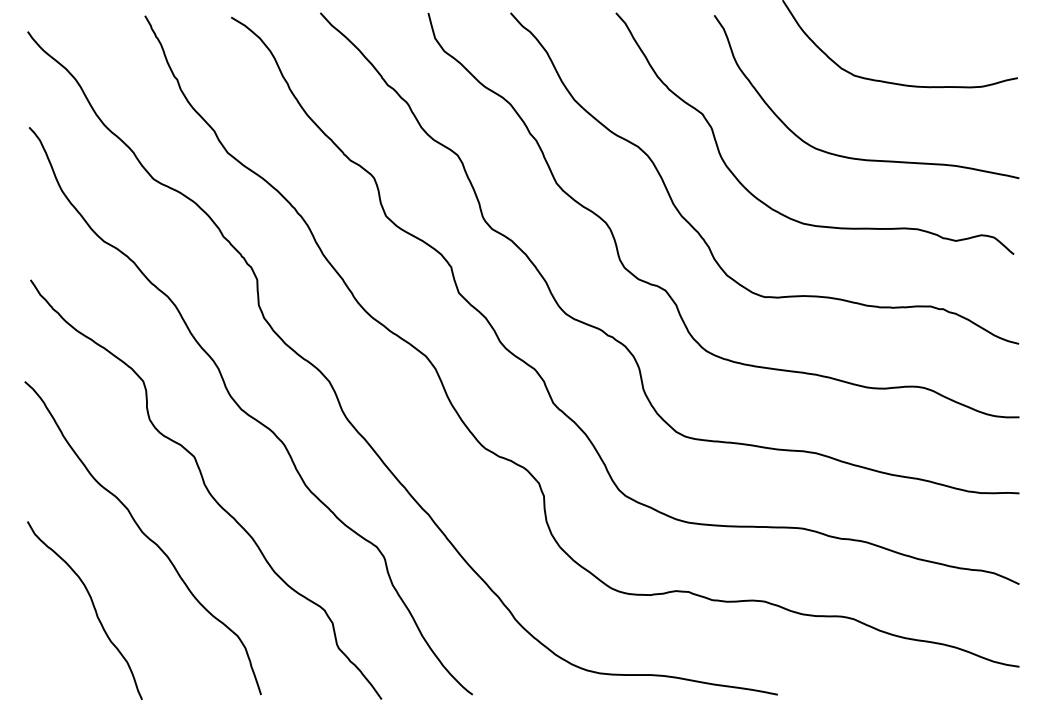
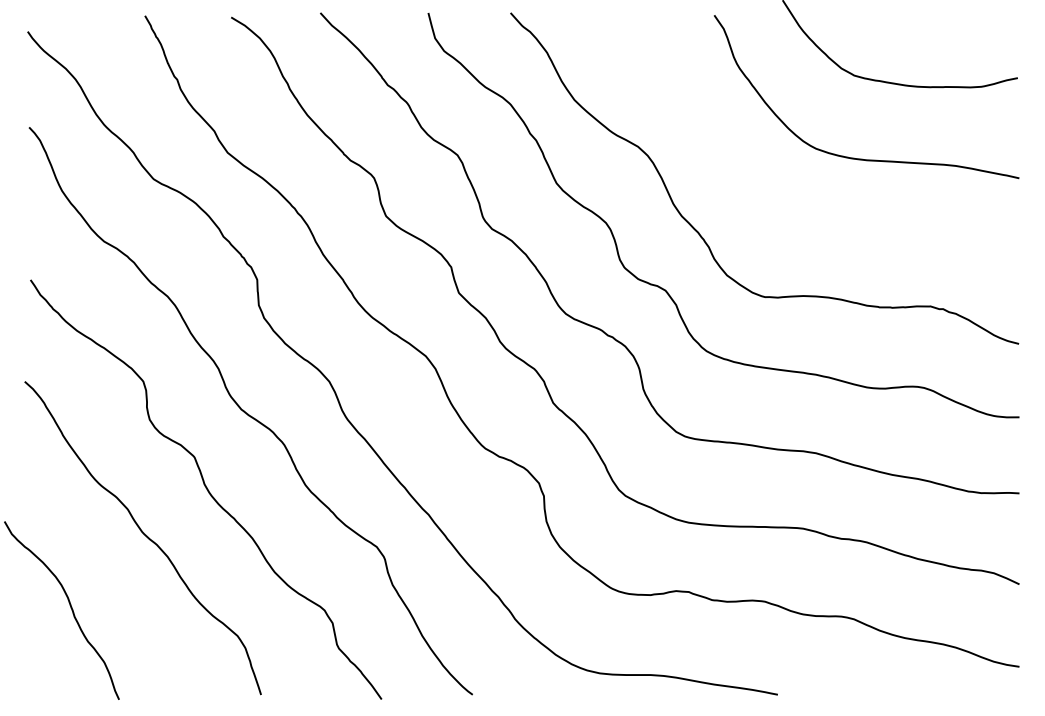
curve at (763, 201): present -> none
curve at (93, 608) position: (93, 608) -> (70, 608)
